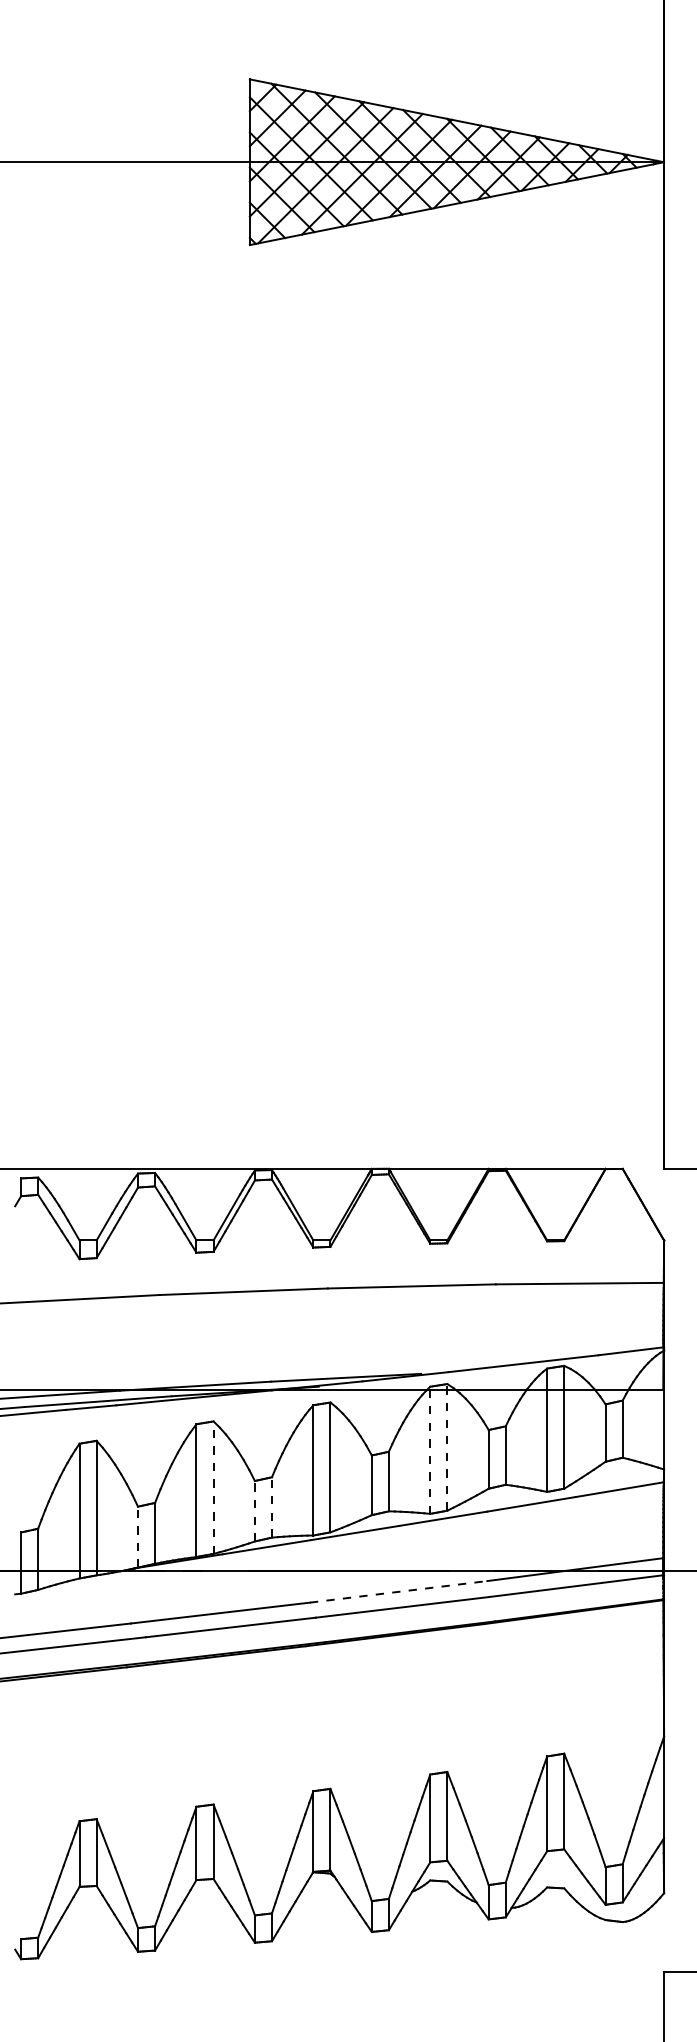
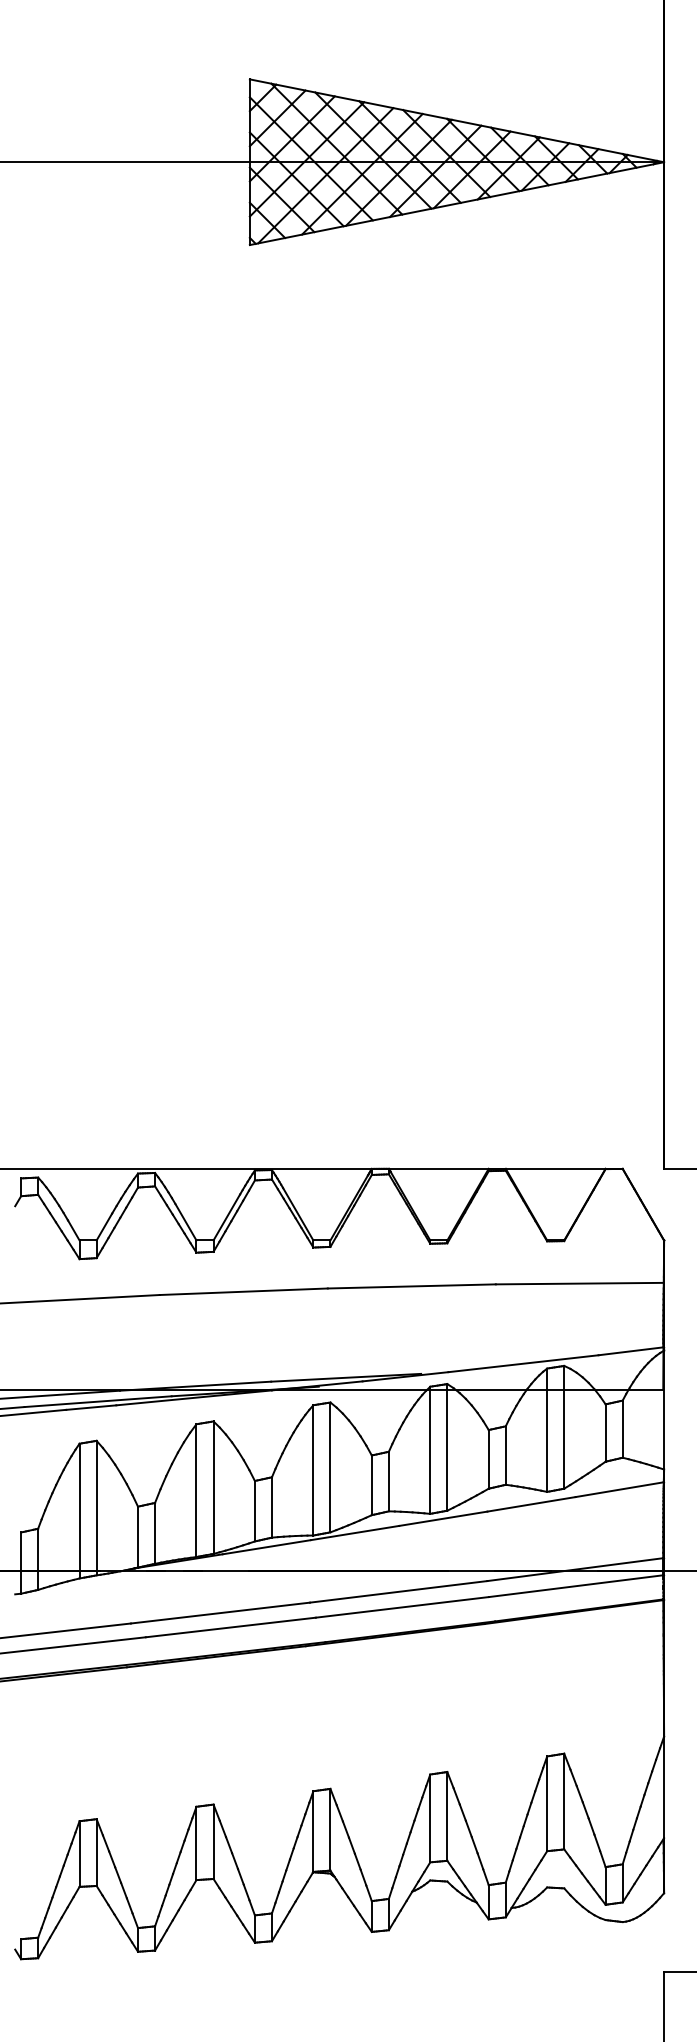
line at (447, 1446): dashed -> solid
line at (430, 1450): dashed -> solid
line at (213, 1487): dashed -> solid
line at (271, 1506): dashed -> solid
line at (254, 1510): dashed -> solid
line at (138, 1536): dashed -> solid
line at (399, 1591): dashed -> solid
